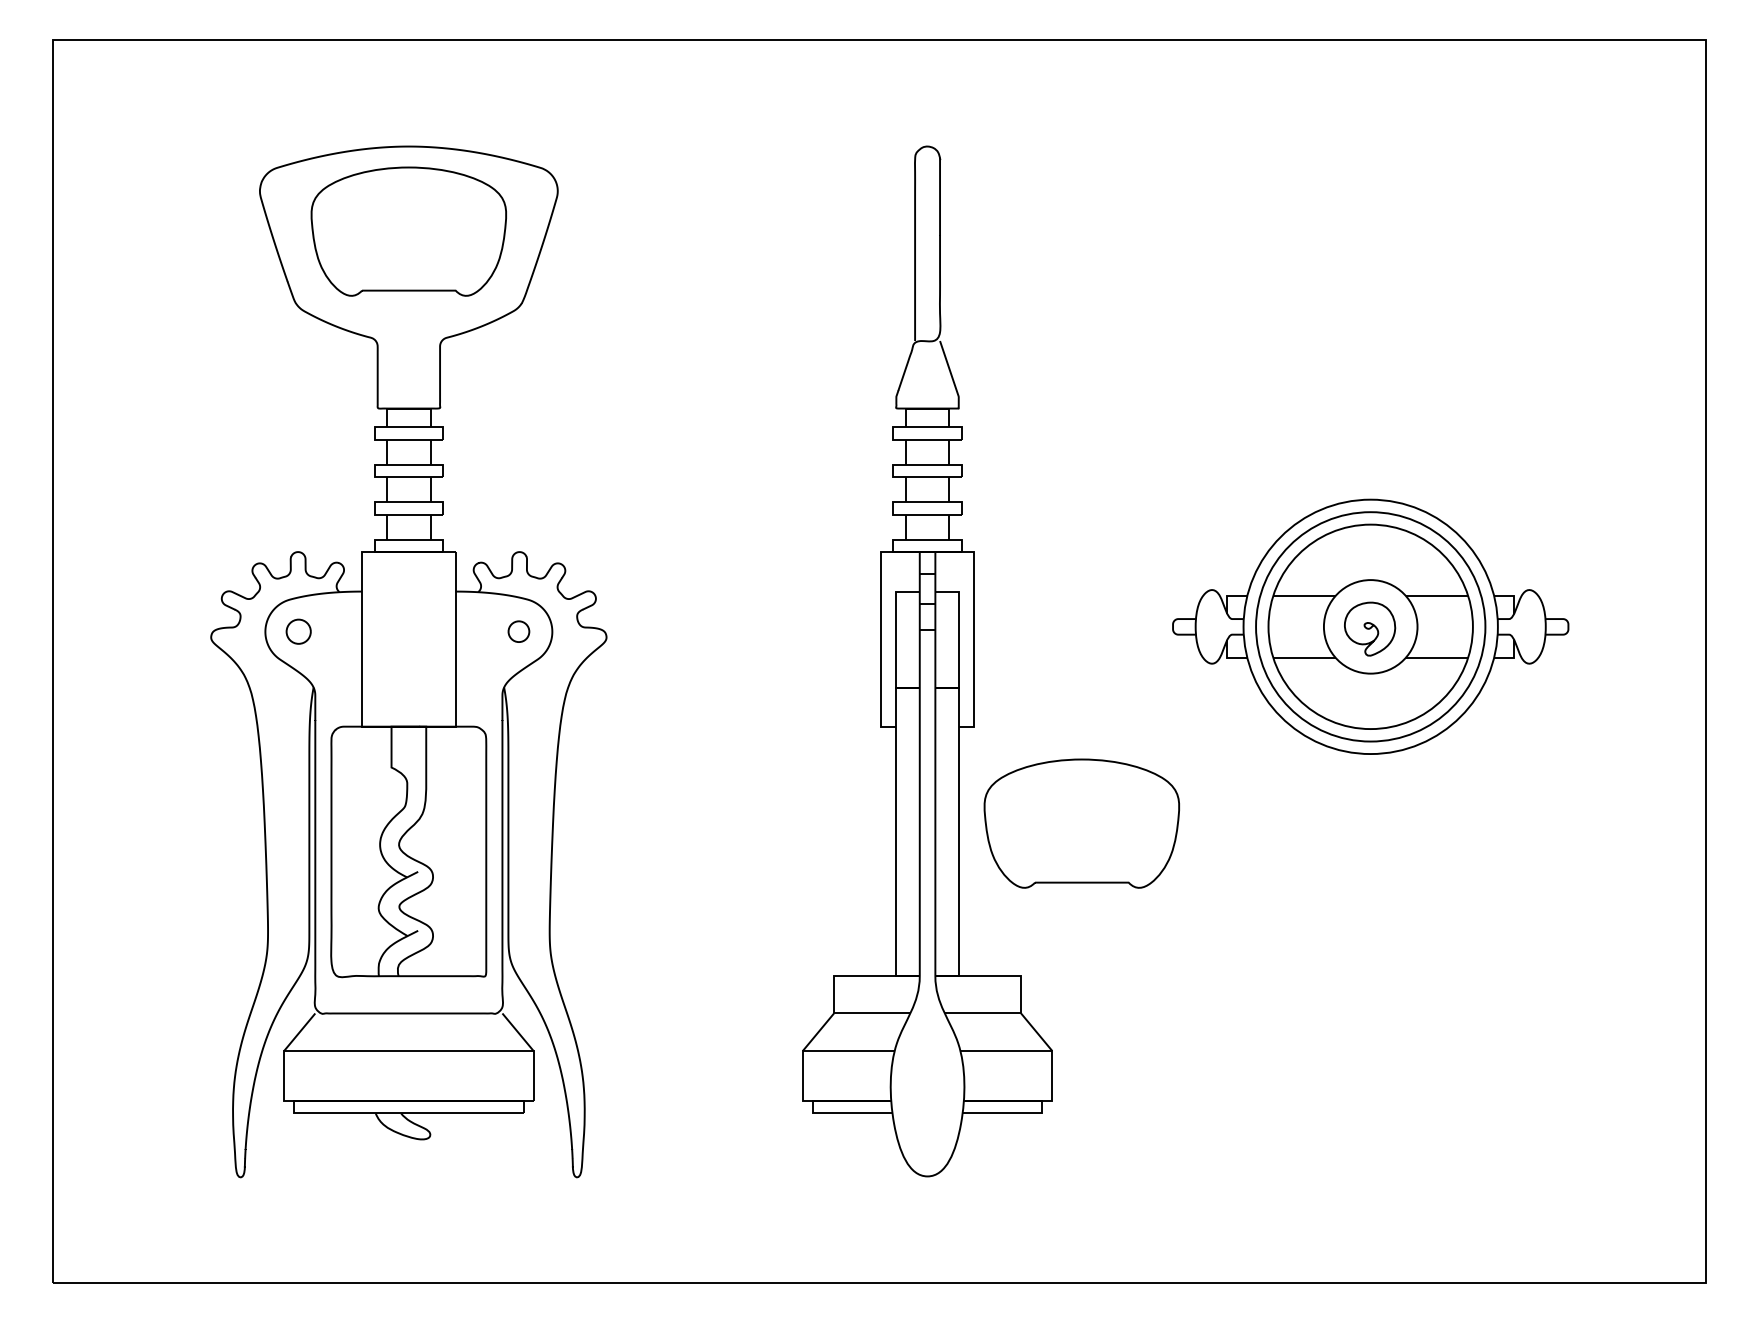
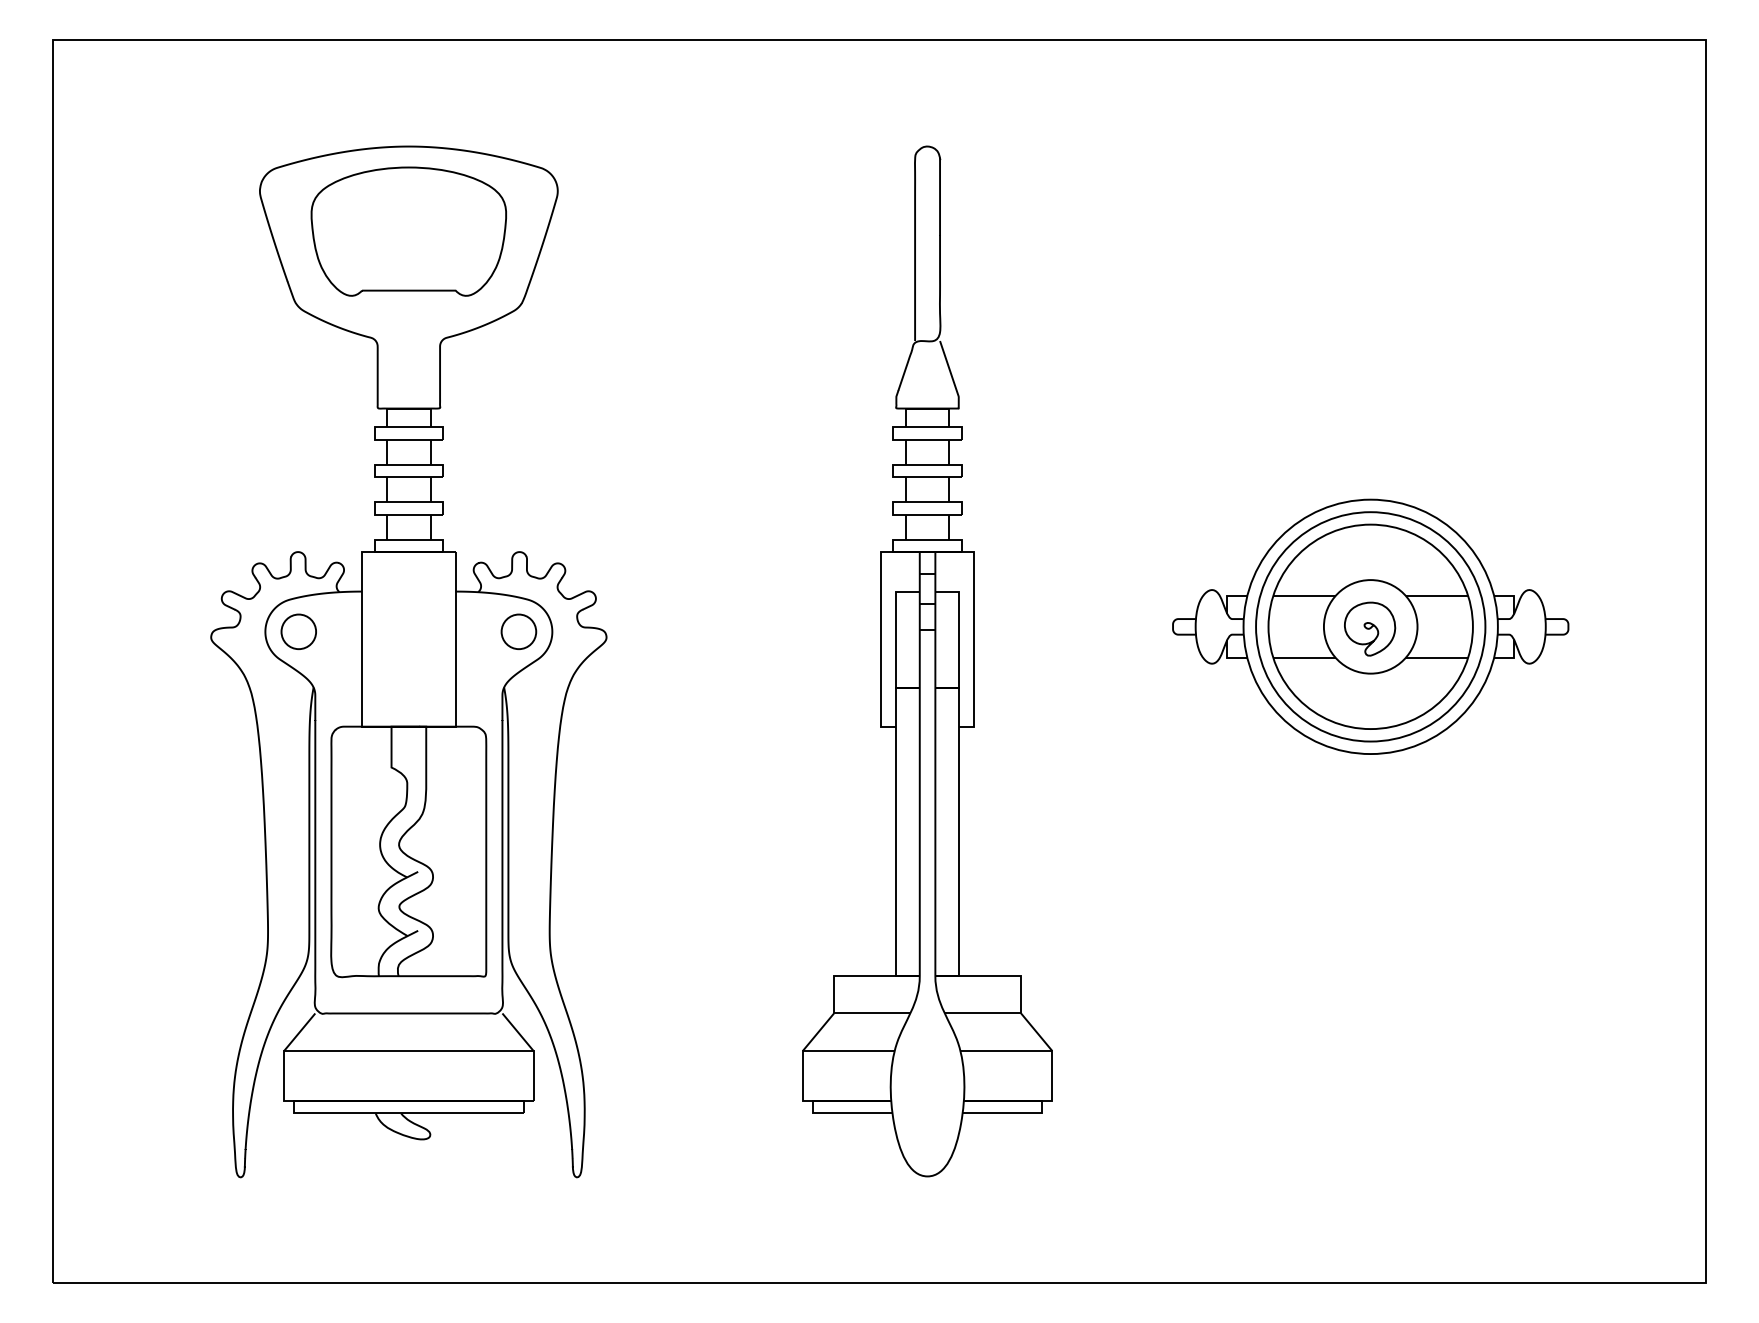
circle at (298, 631) size: 27x27 px -> 37x37 px
circle at (518, 631) size: 24x23 px -> 38x37 px
part at (1081, 823): present -> none
